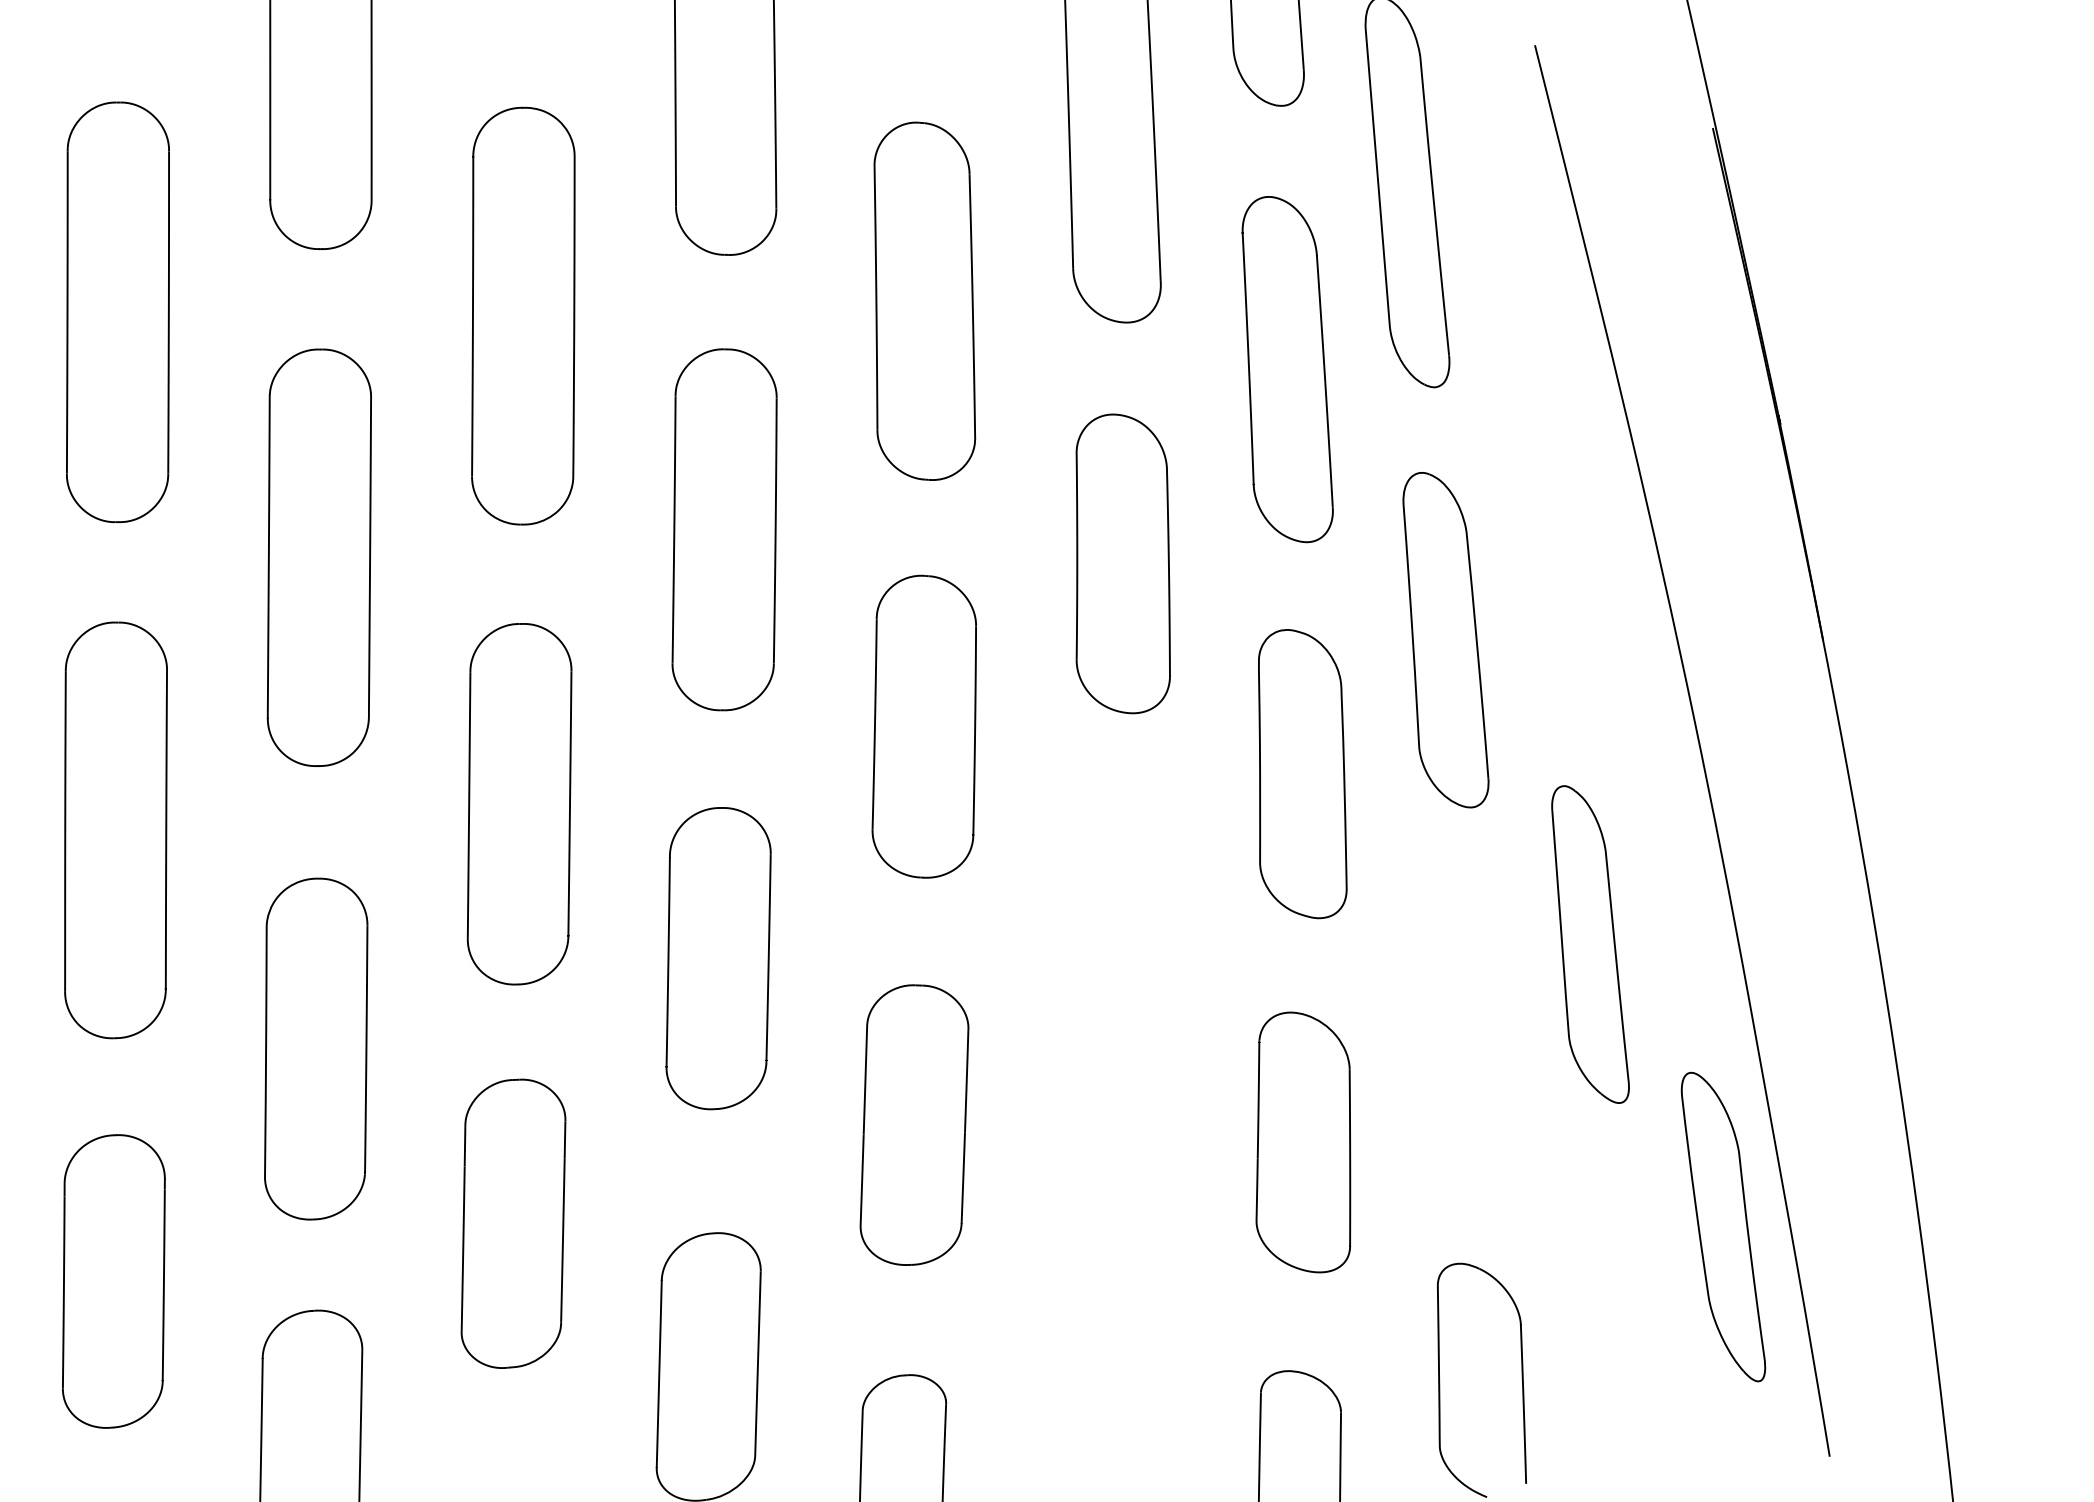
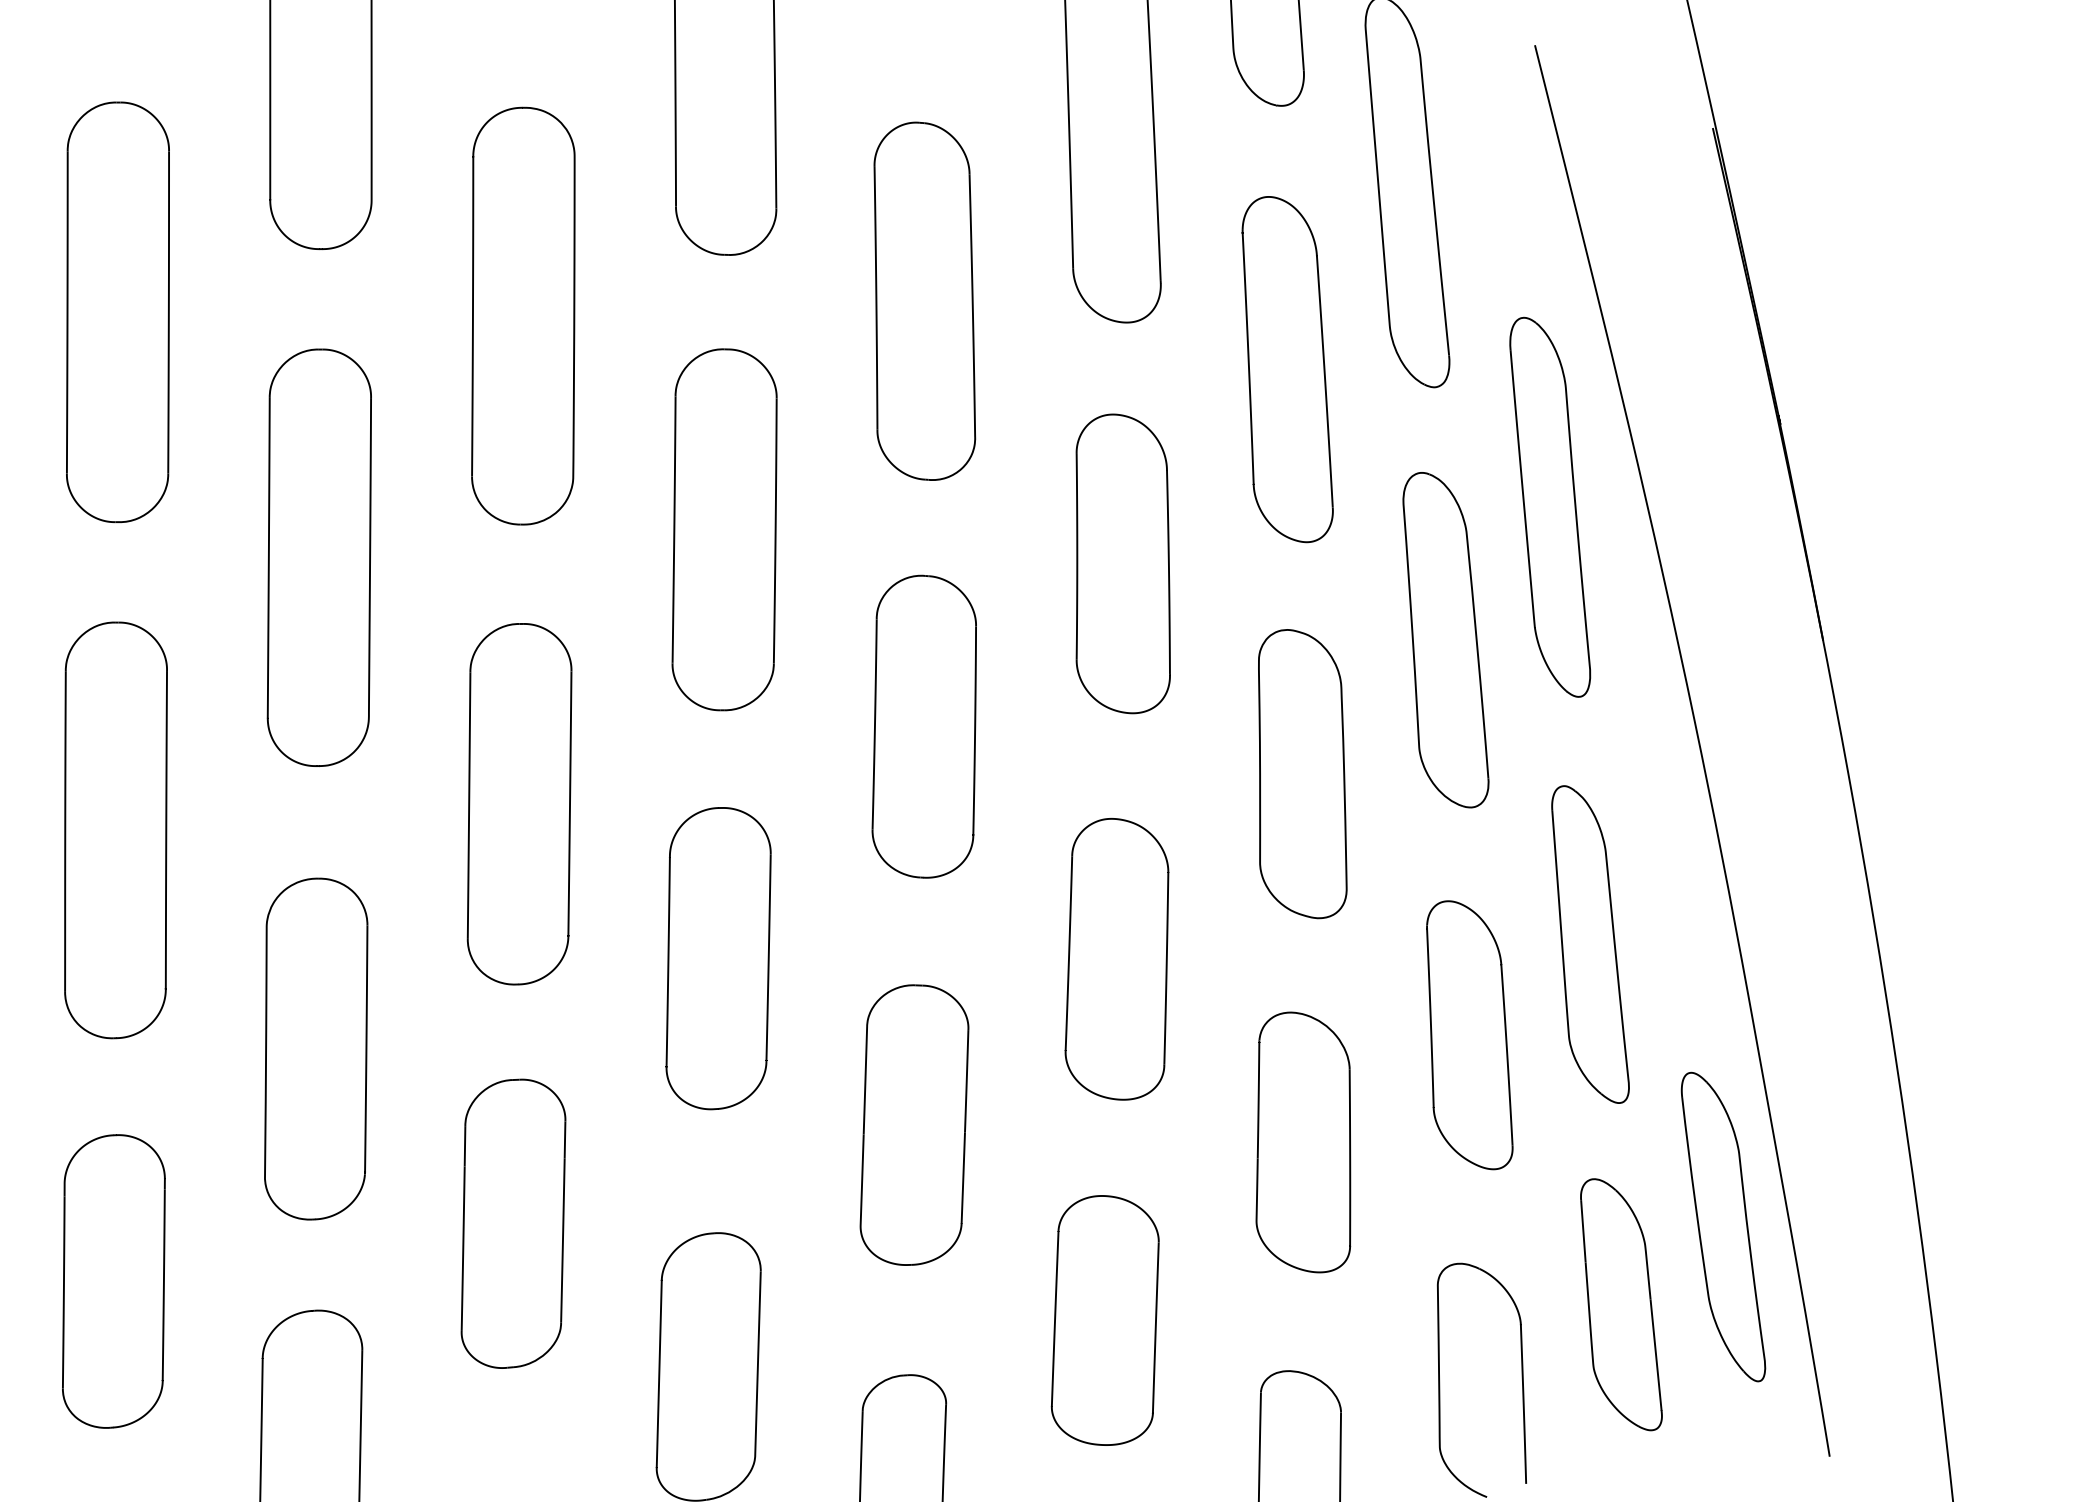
part at (1550, 506): none -> present
part at (1116, 959): none -> present
part at (1469, 1035): none -> present
part at (1621, 1304): none -> present
part at (1104, 1320): none -> present
